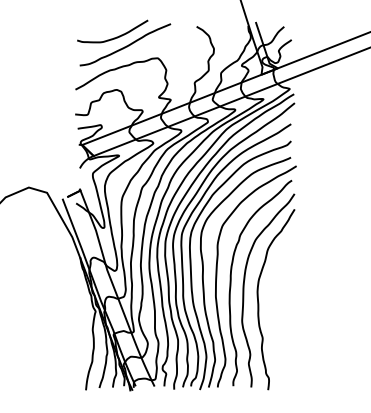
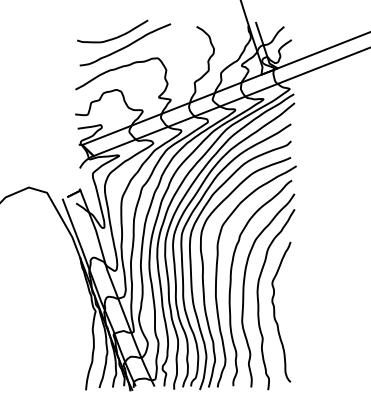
curve at (275, 311): none -> present
